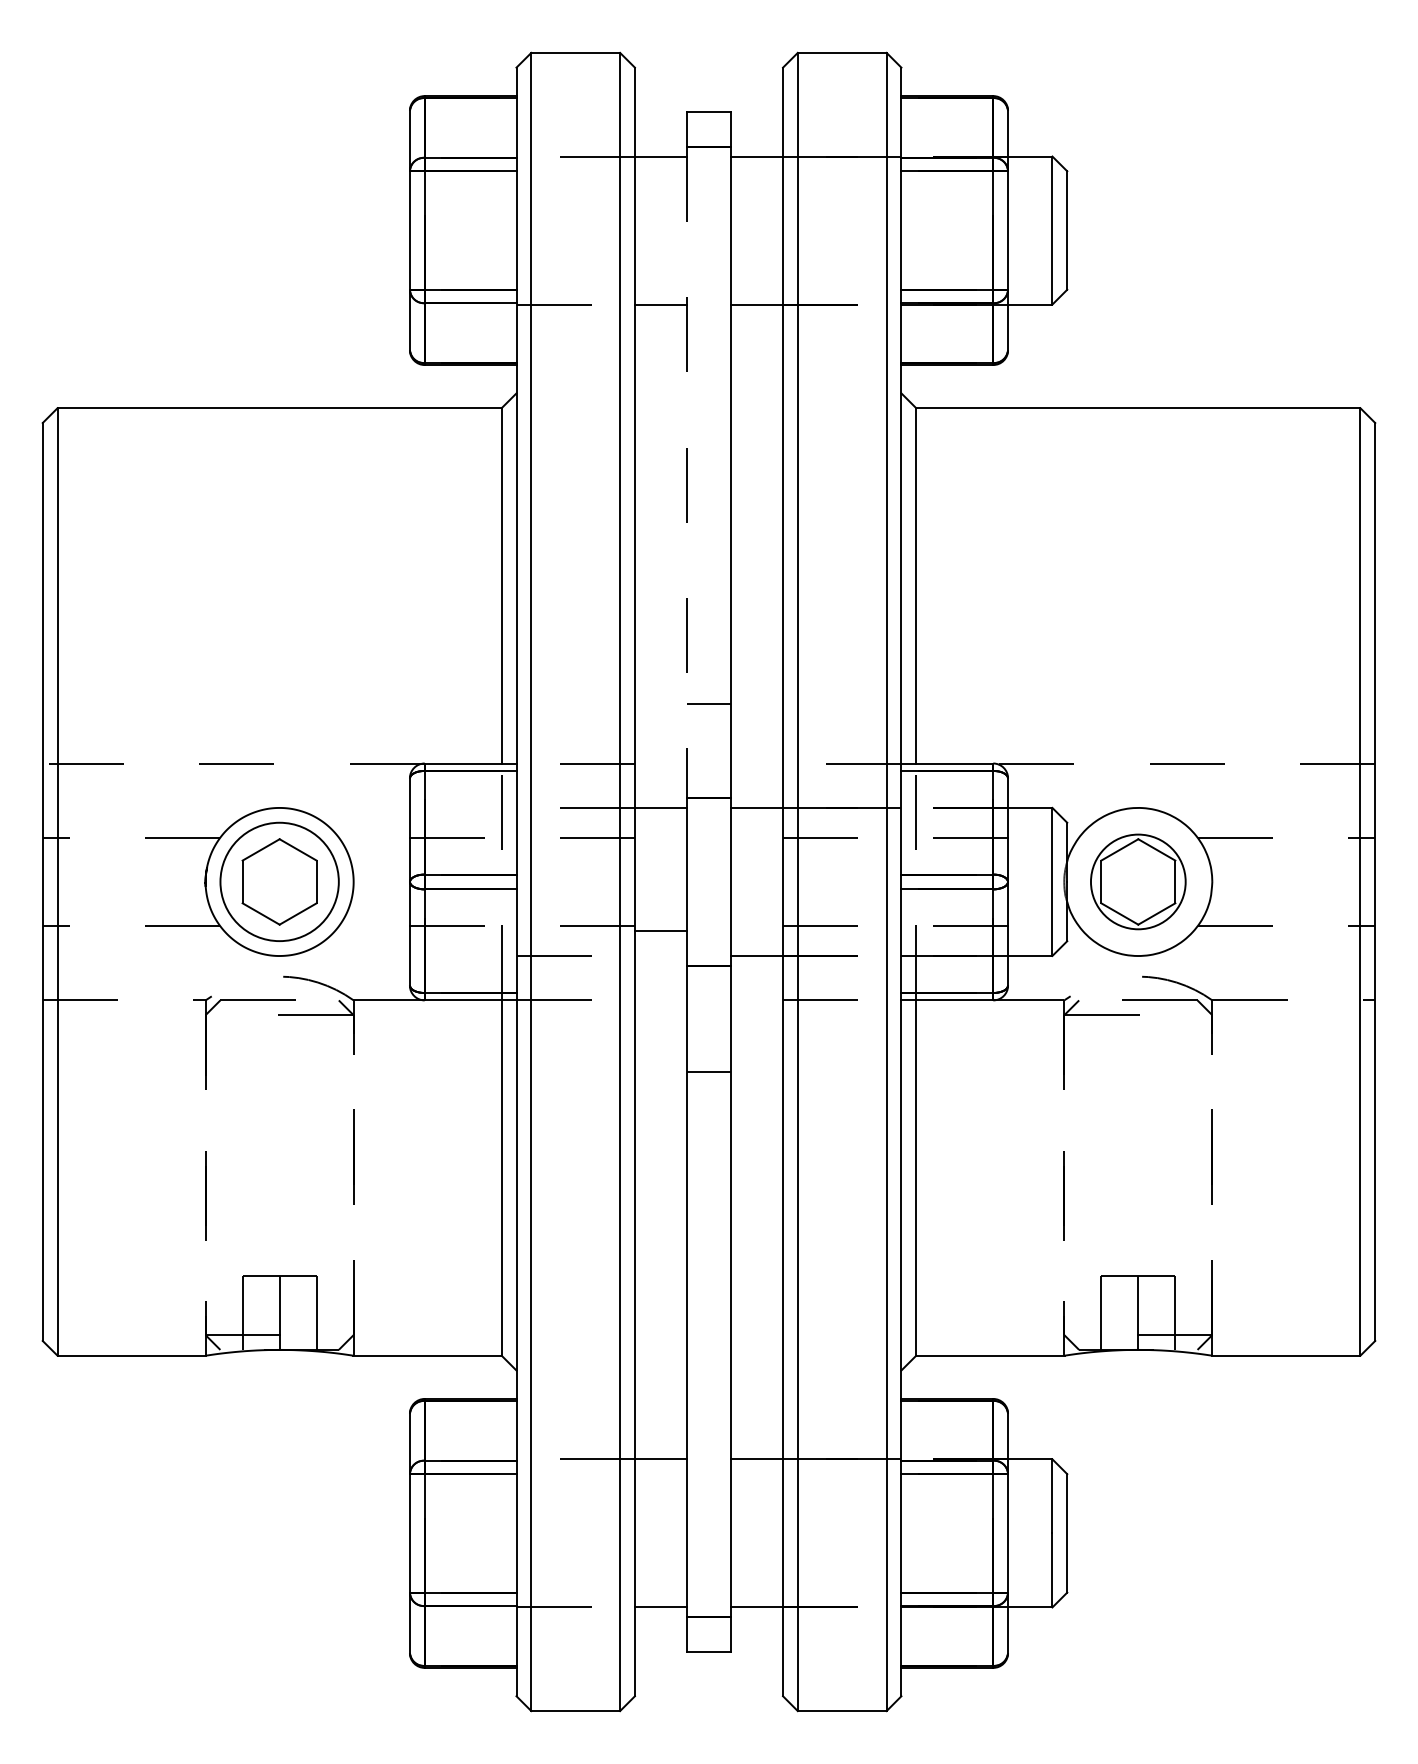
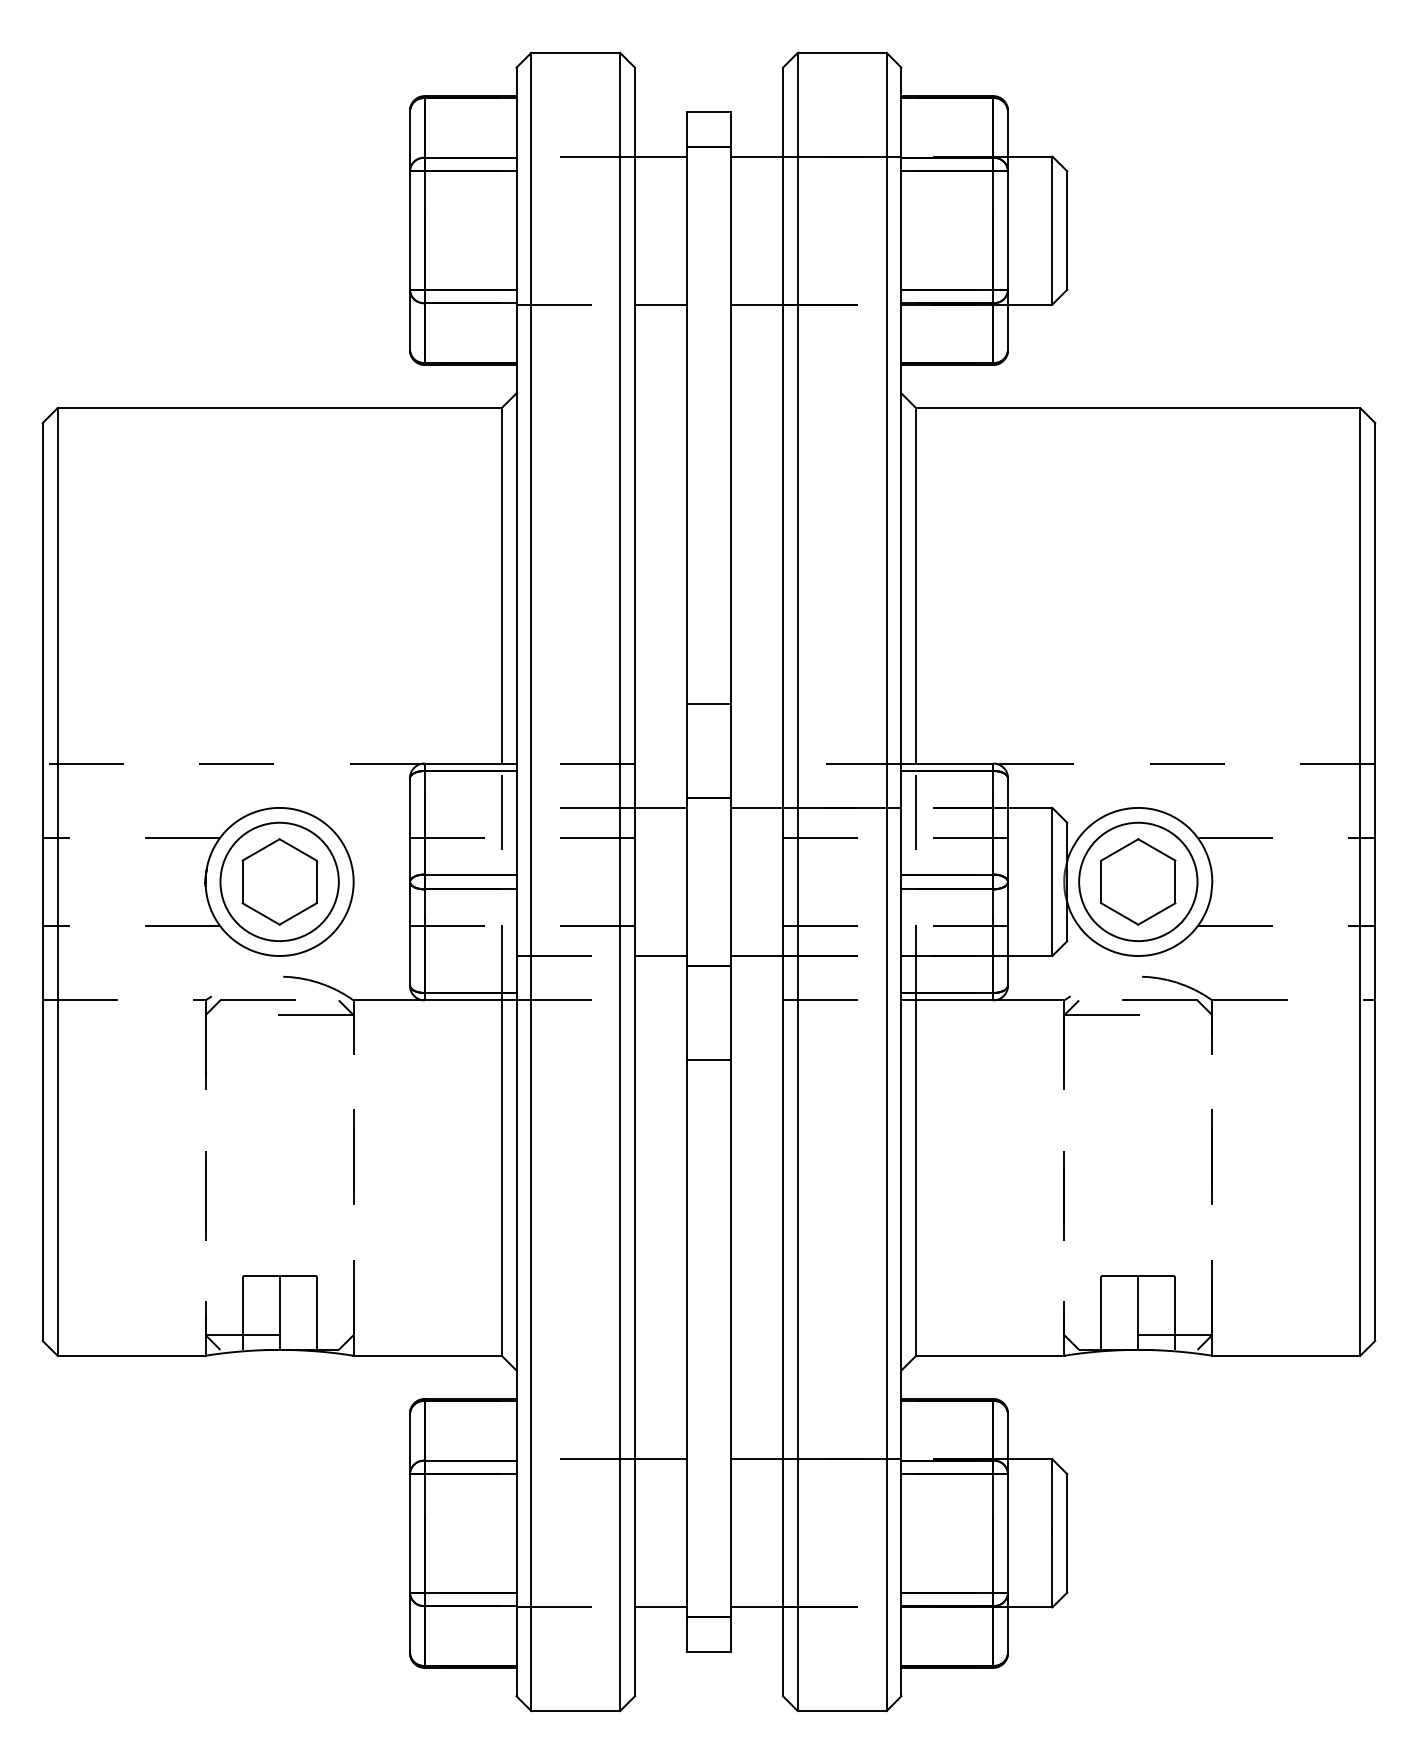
line at (686, 472): dashed -> solid
circle at (1137, 881) diameter: 95 px -> 118 px
line at (660, 930) position: (660, 930) -> (660, 955)
line at (708, 1071) position: (708, 1071) -> (708, 1059)
